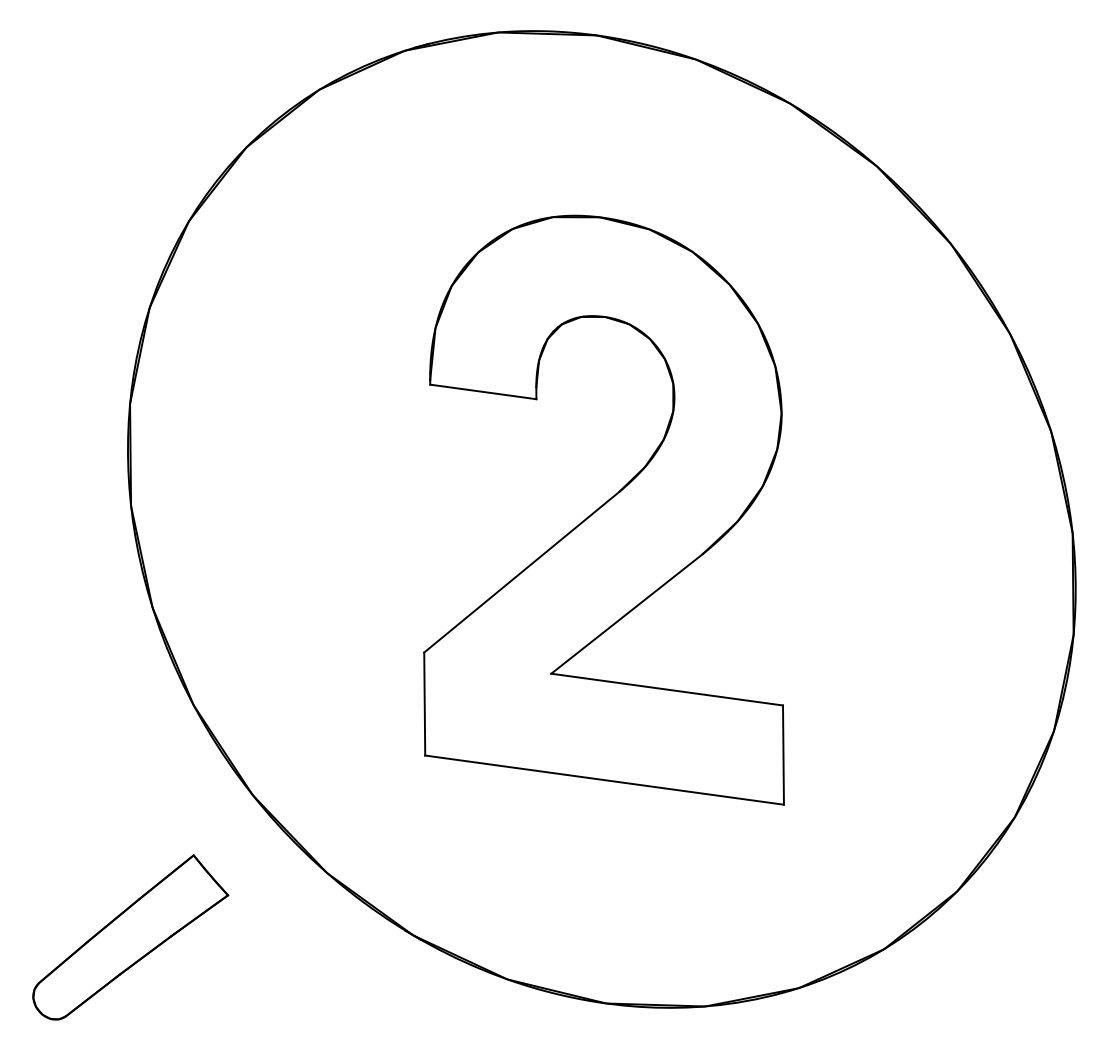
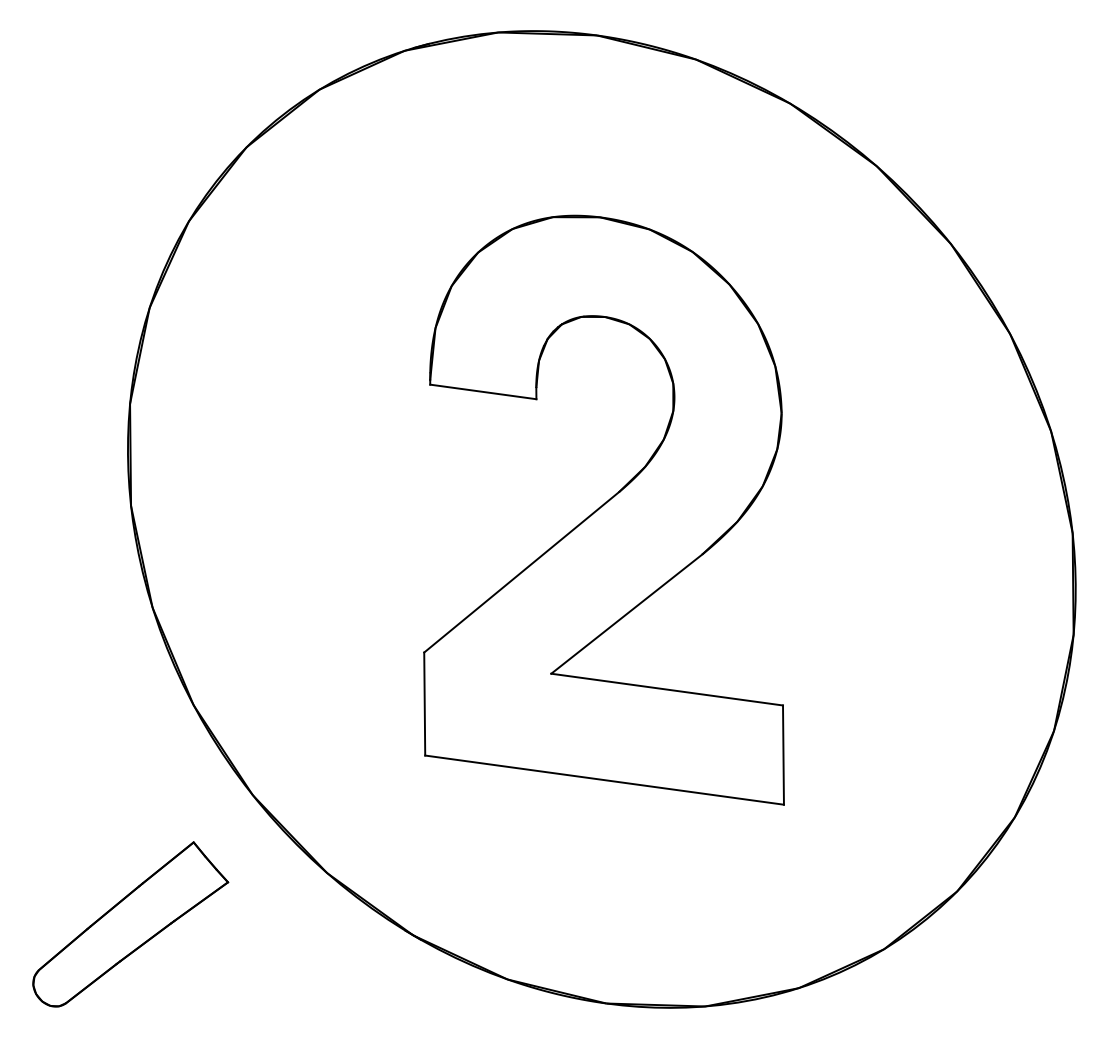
part at (130, 937) position: (130, 937) -> (130, 924)
